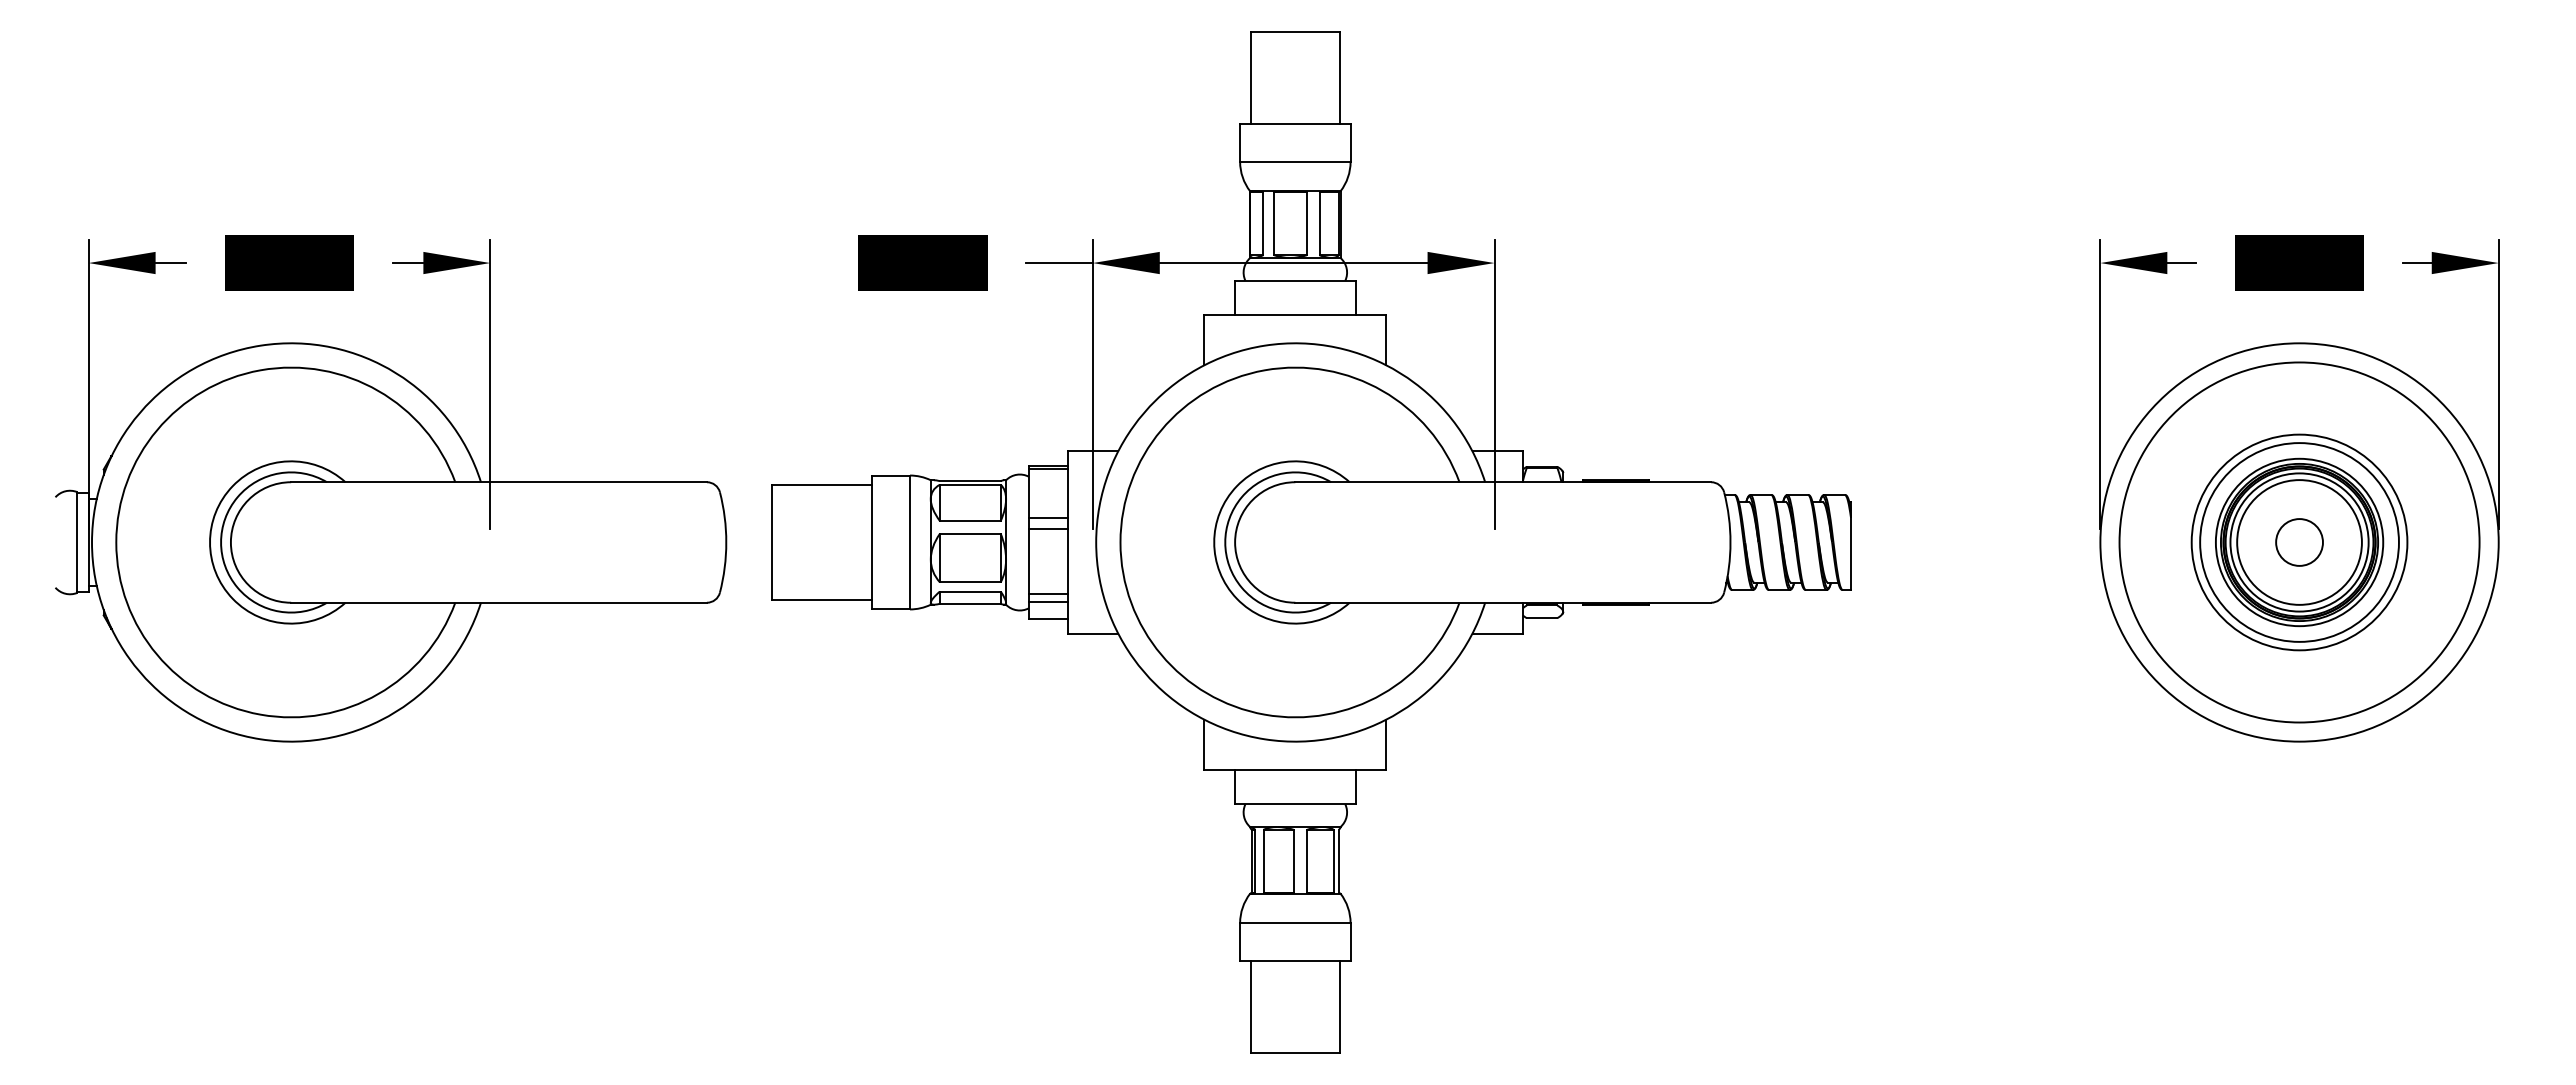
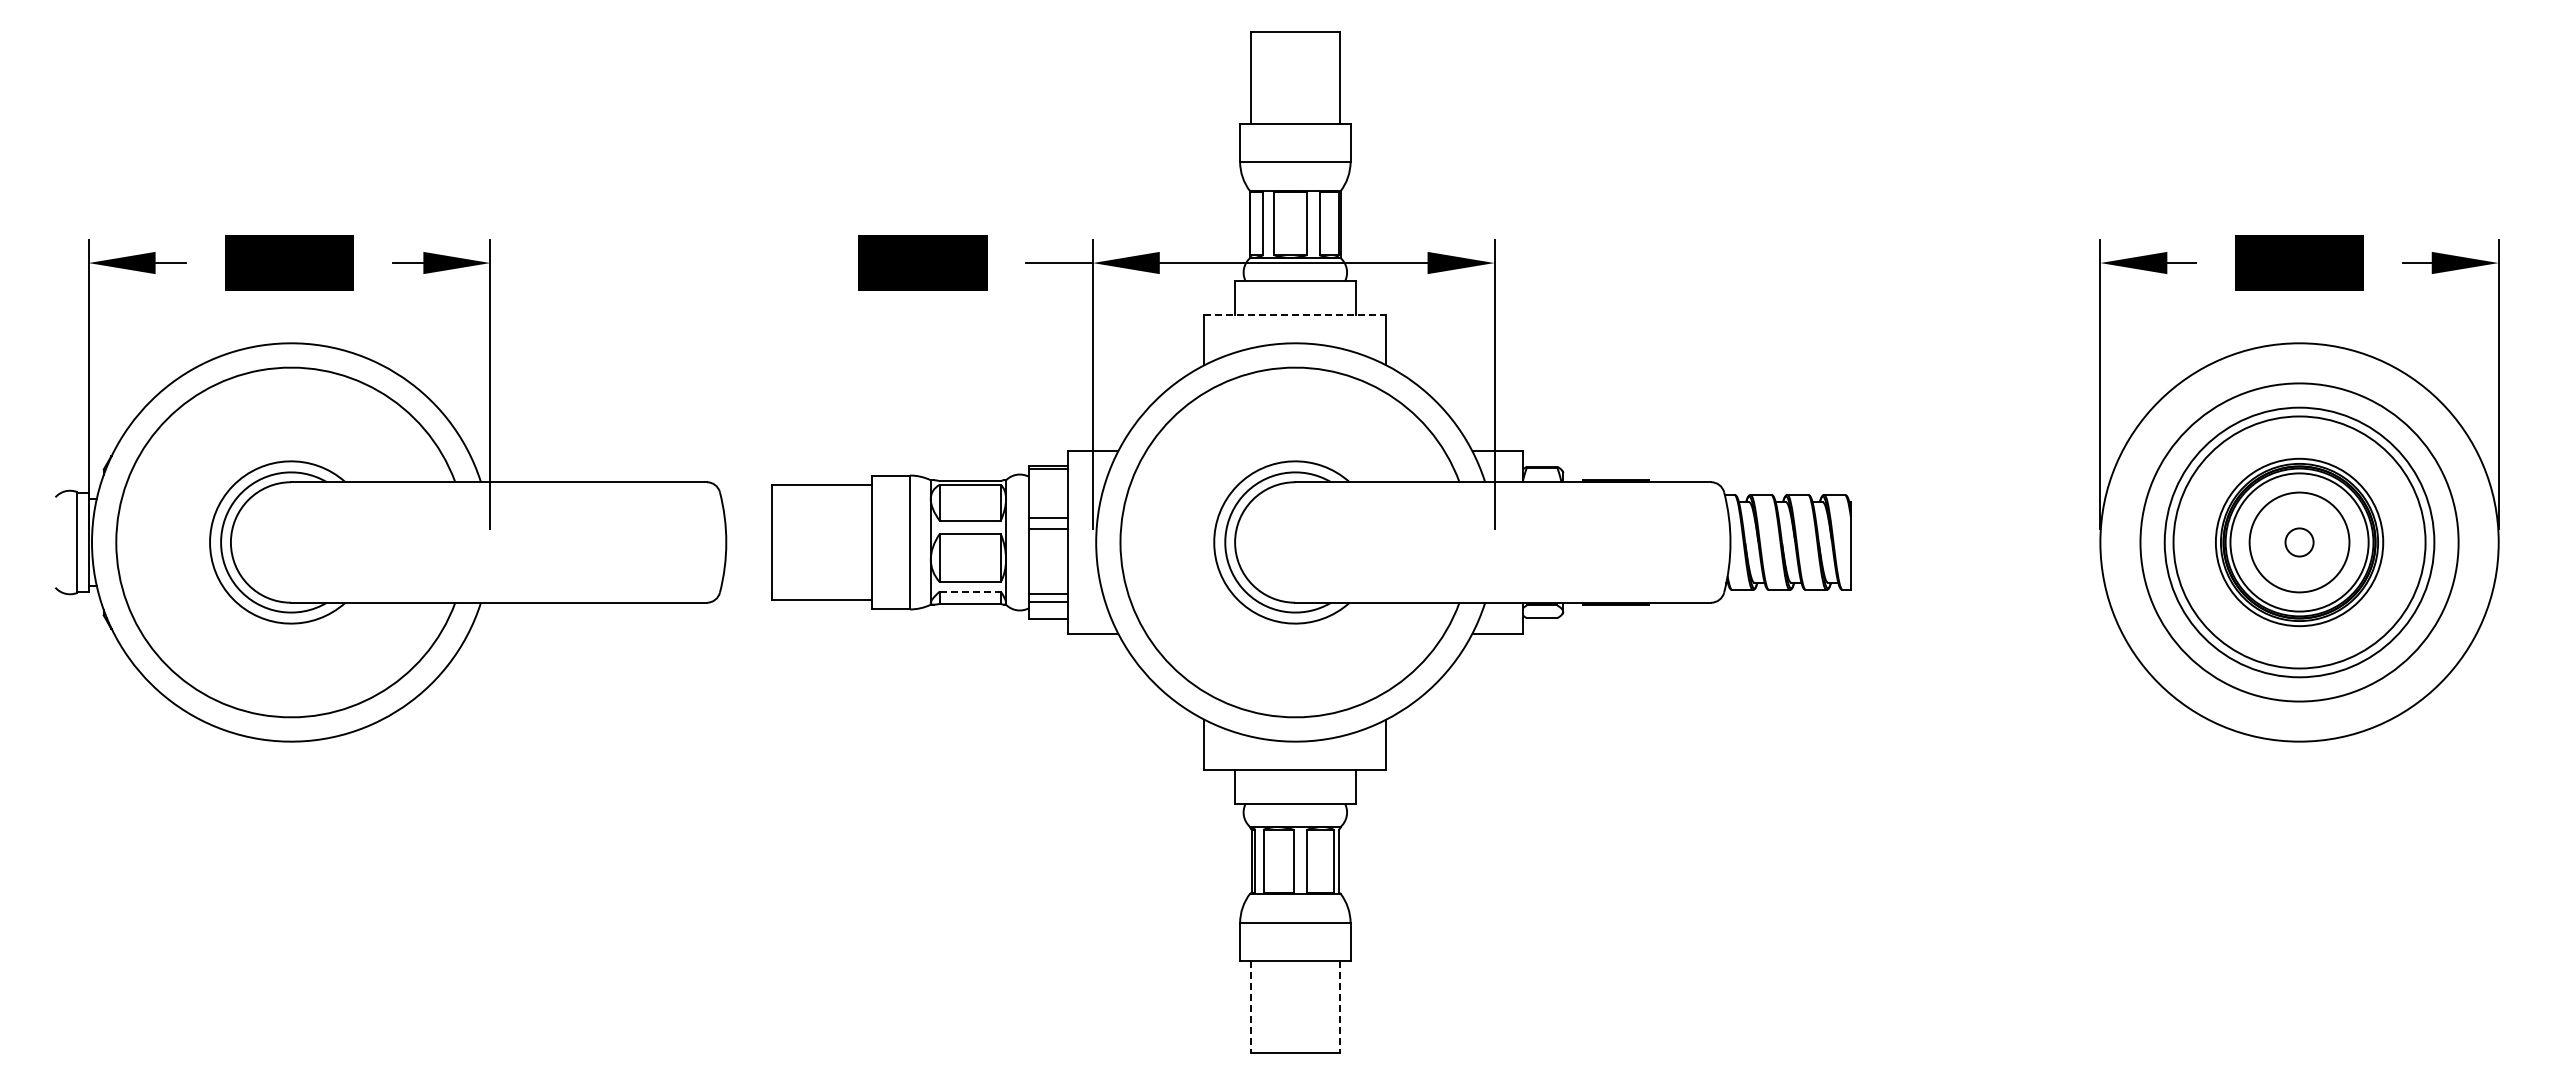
line at (1295, 314): solid -> dashed
circle at (2299, 542) diameter: 125 px -> 100 px
circle at (2299, 542) diameter: 199 px -> 318 px
circle at (2299, 542) diameter: 216 px -> 270 px
circle at (2299, 542) diameter: 360 px -> 252 px
circle at (2299, 542) diameter: 47 px -> 28 px
line at (970, 591): solid -> dashed
line at (1250, 1006): solid -> dashed
line at (1339, 1006): solid -> dashed
